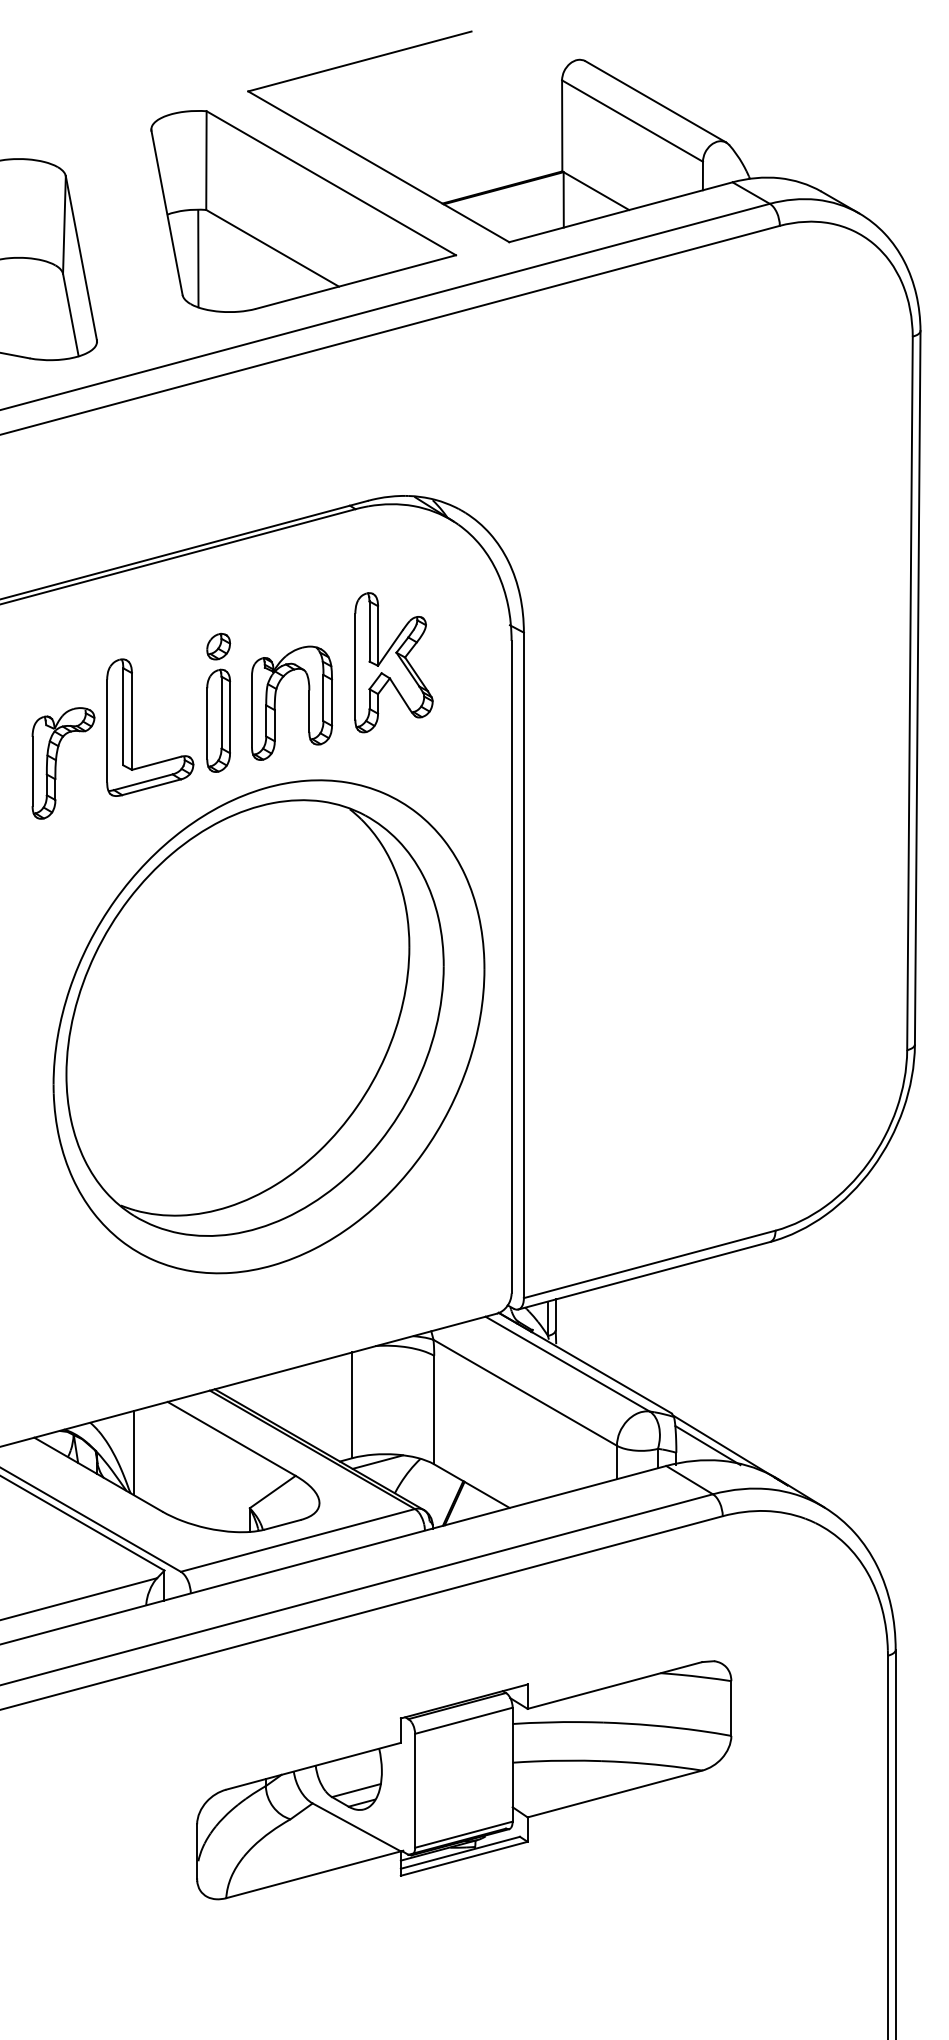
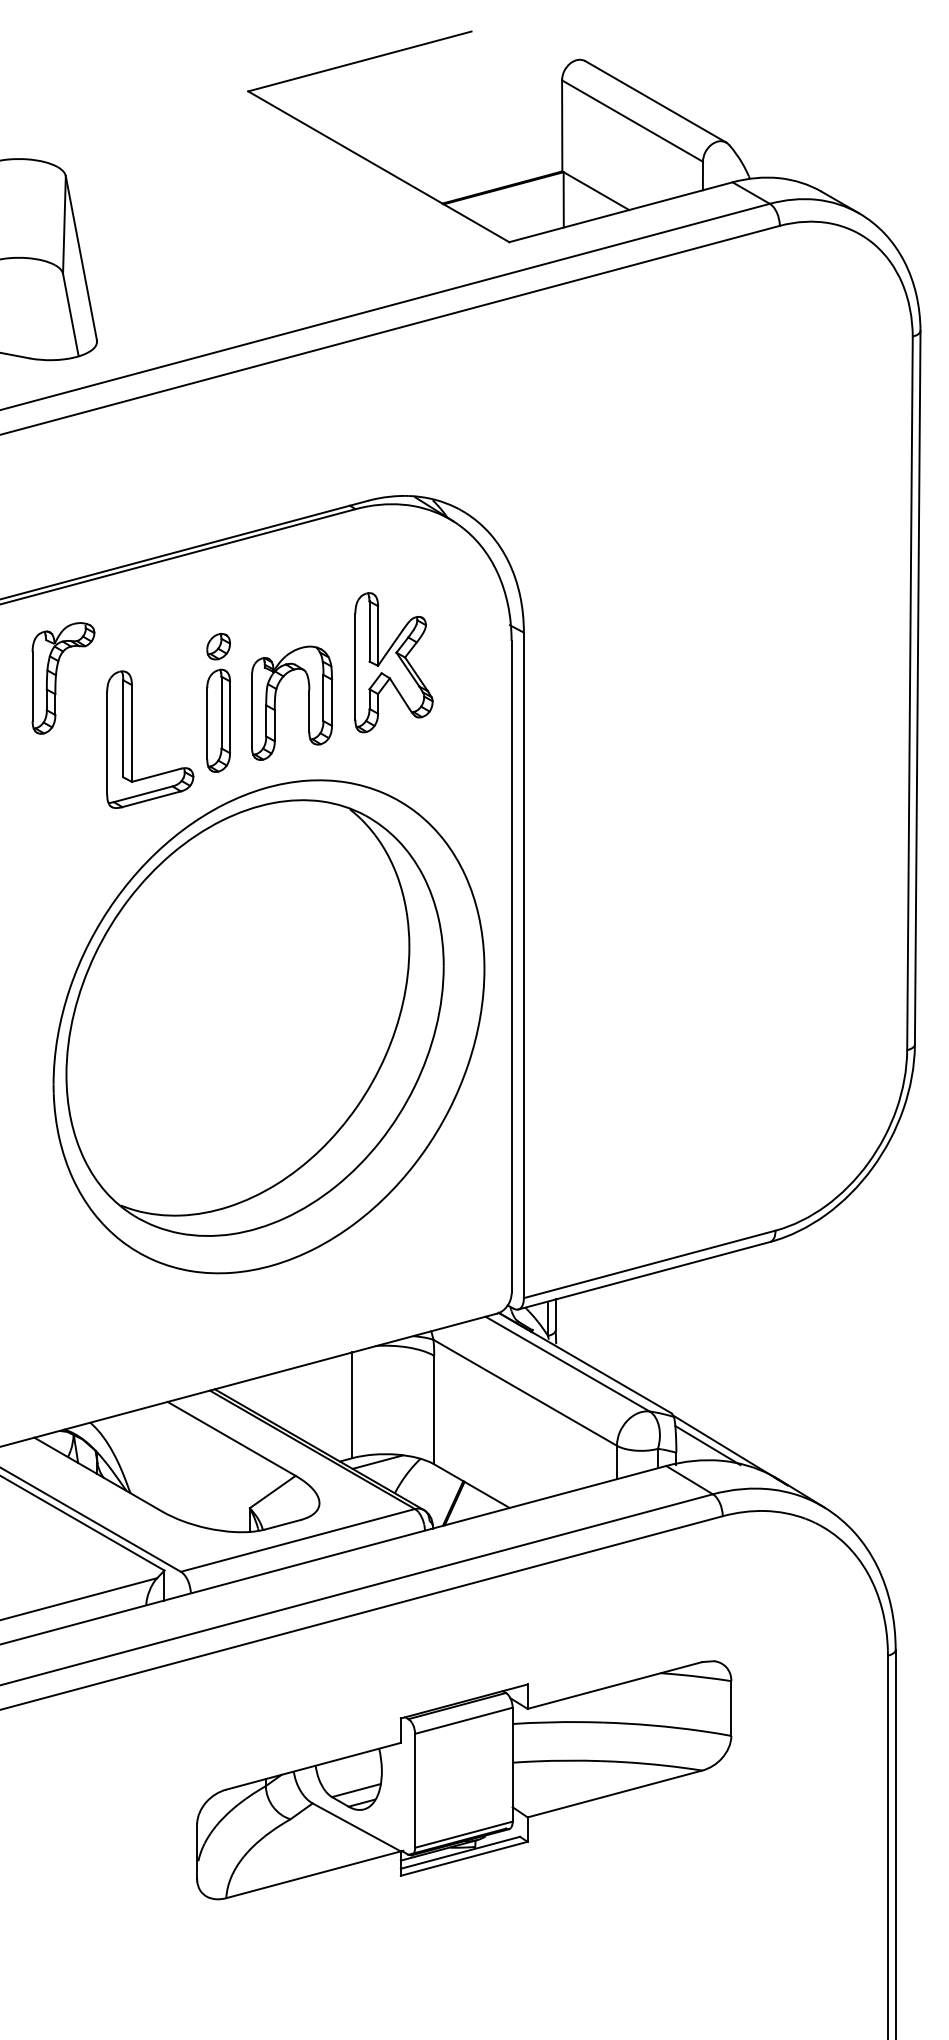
part at (303, 211): present -> none
part at (132, 727) position: (132, 727) -> (132, 739)
part at (56, 763) position: (56, 763) -> (56, 678)
line at (133, 1452): present -> none
